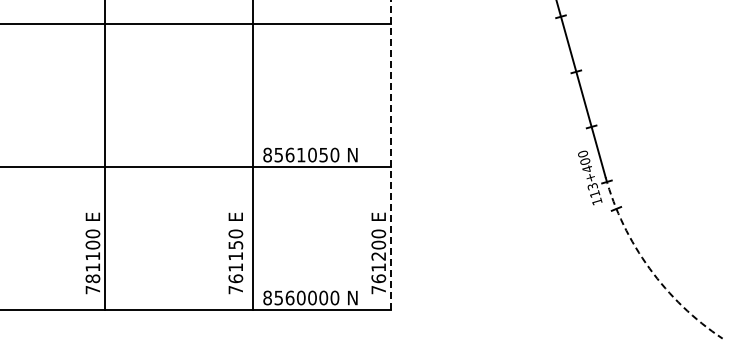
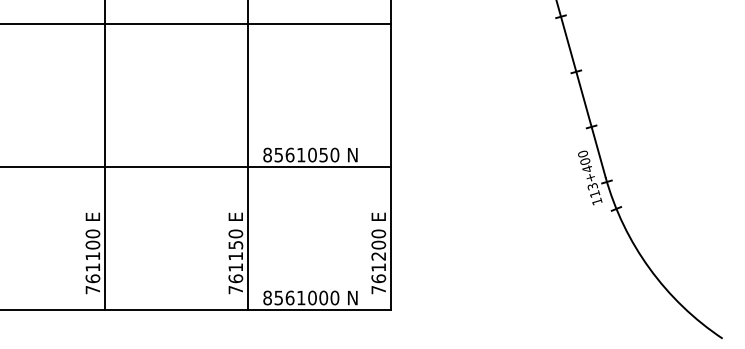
line at (390, 154): dashed -> solid
line at (252, 155) position: (252, 155) -> (247, 155)
arc at (649, 268): dashed -> solid
text at (92, 278): 781100 -> 761100
text at (300, 297): 8560000 -> 8561000
